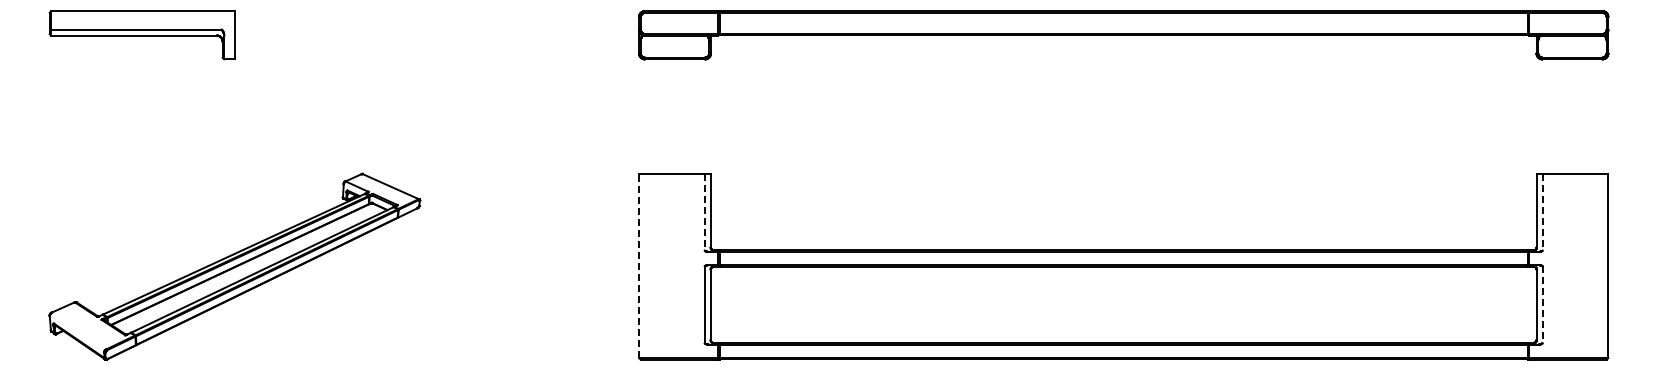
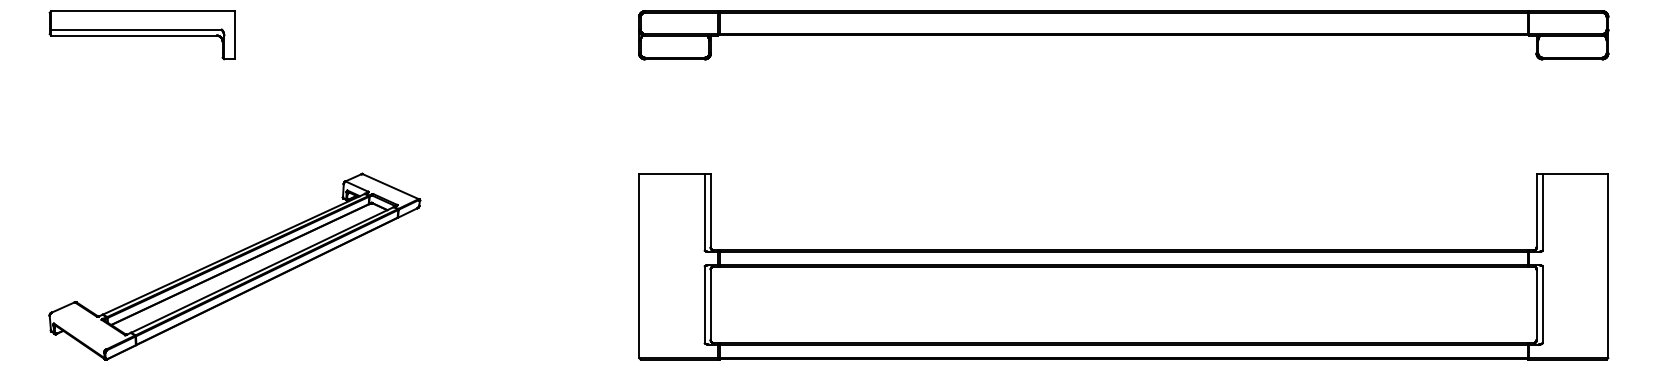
line at (704, 212): dashed -> solid
line at (1542, 212): dashed -> solid
line at (639, 265): dashed -> solid
line at (1542, 305): dashed -> solid
